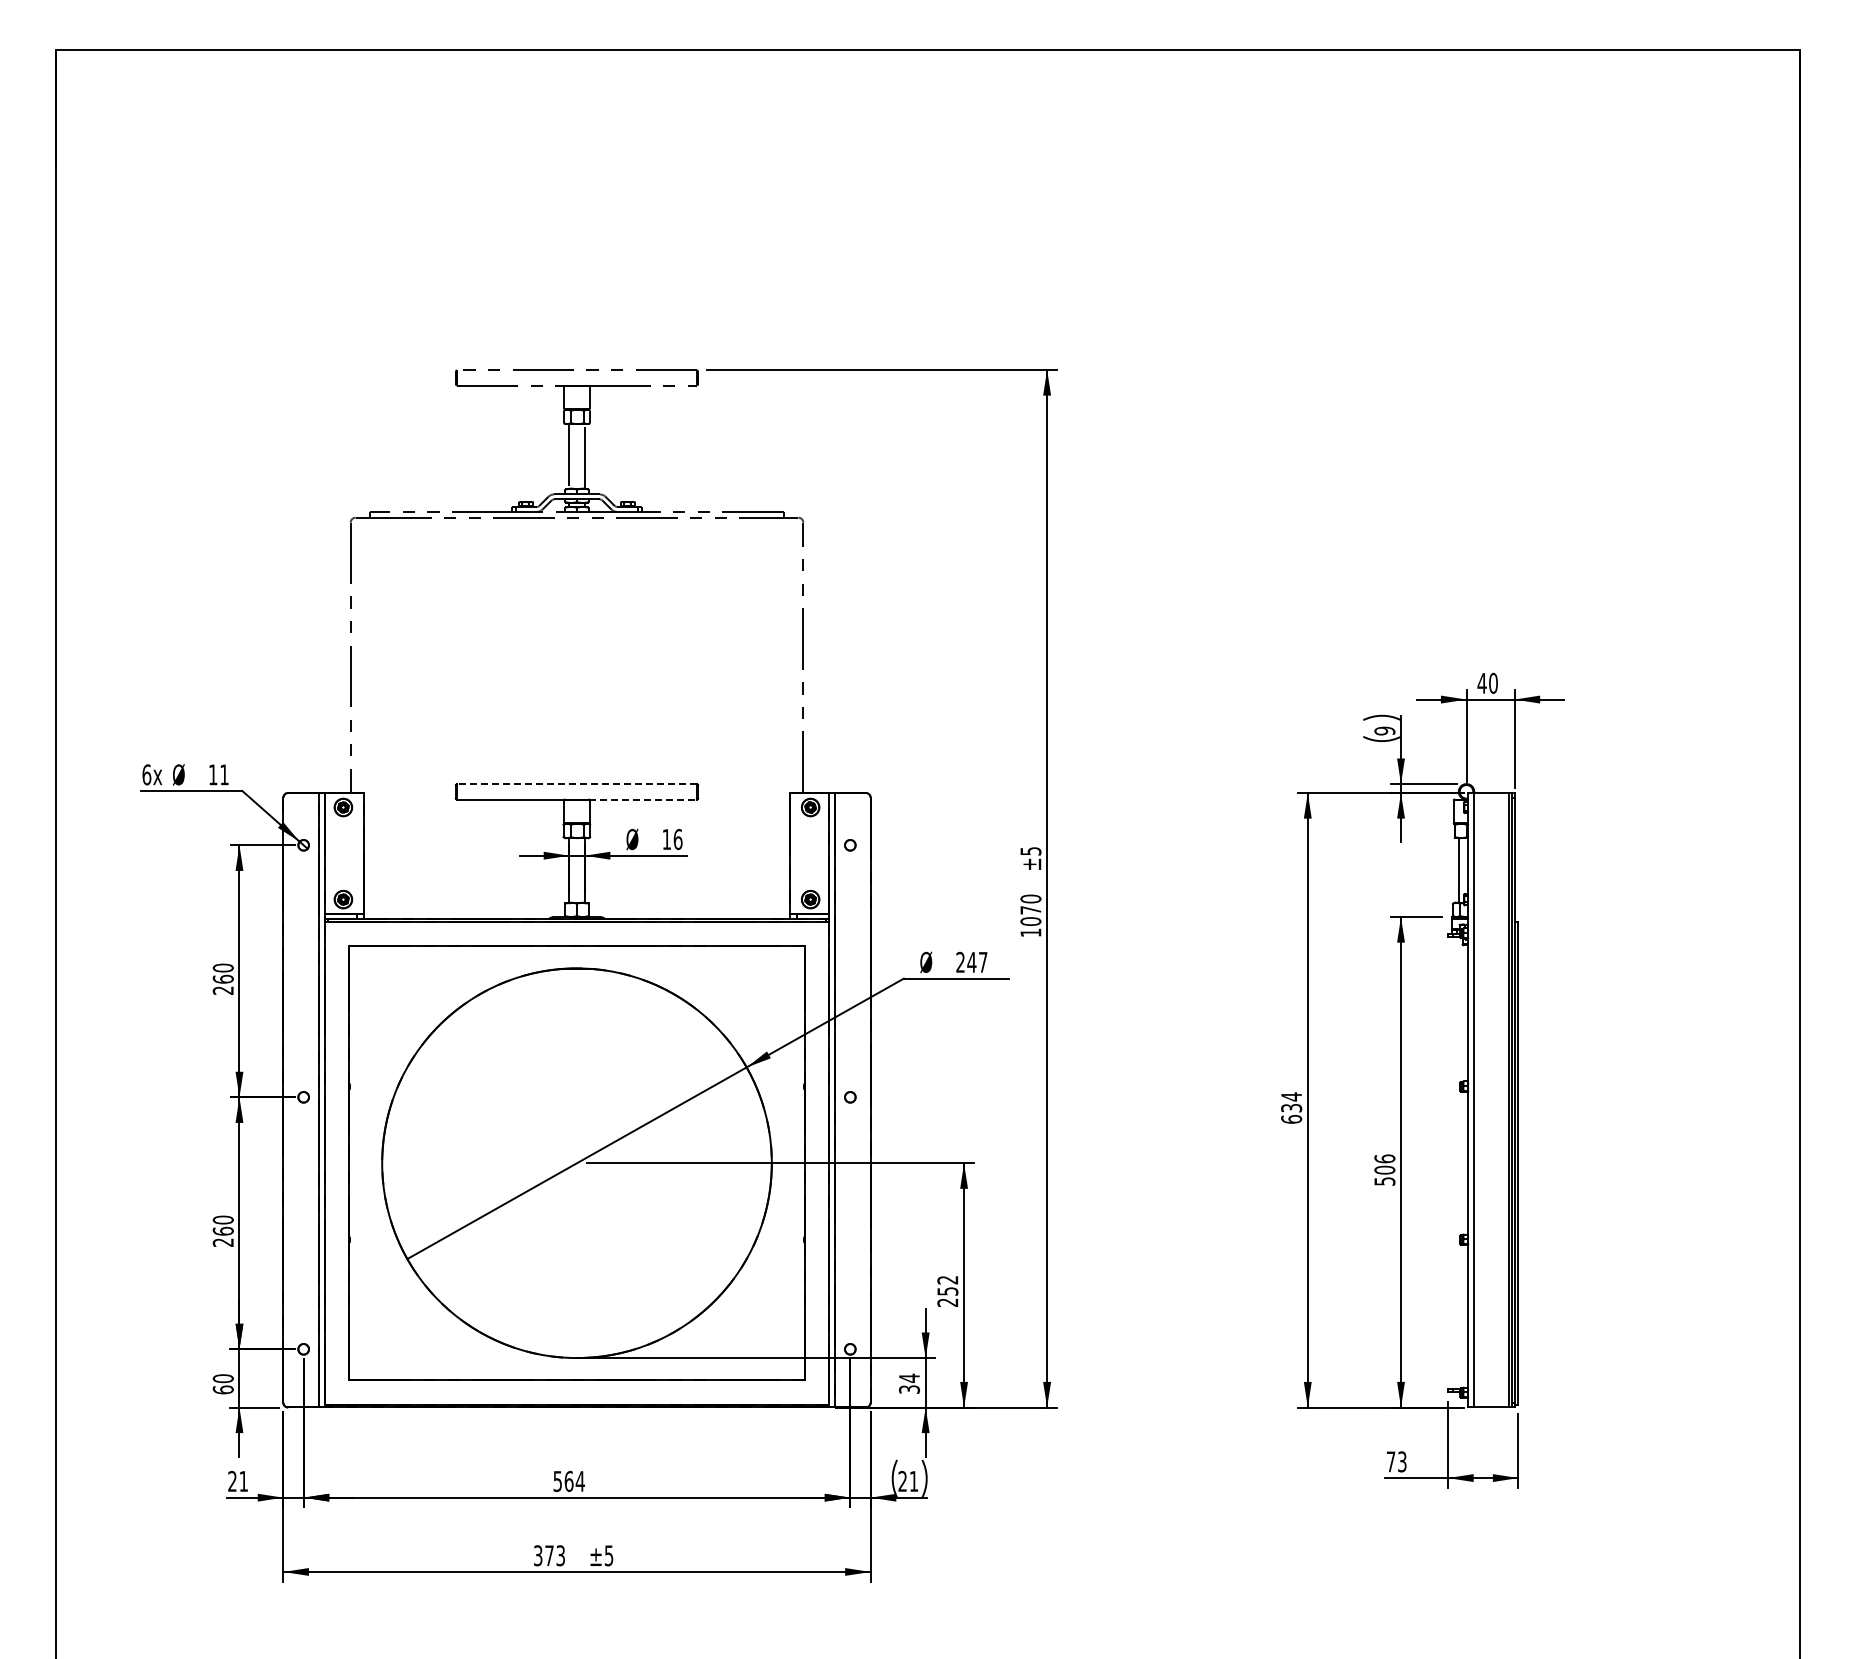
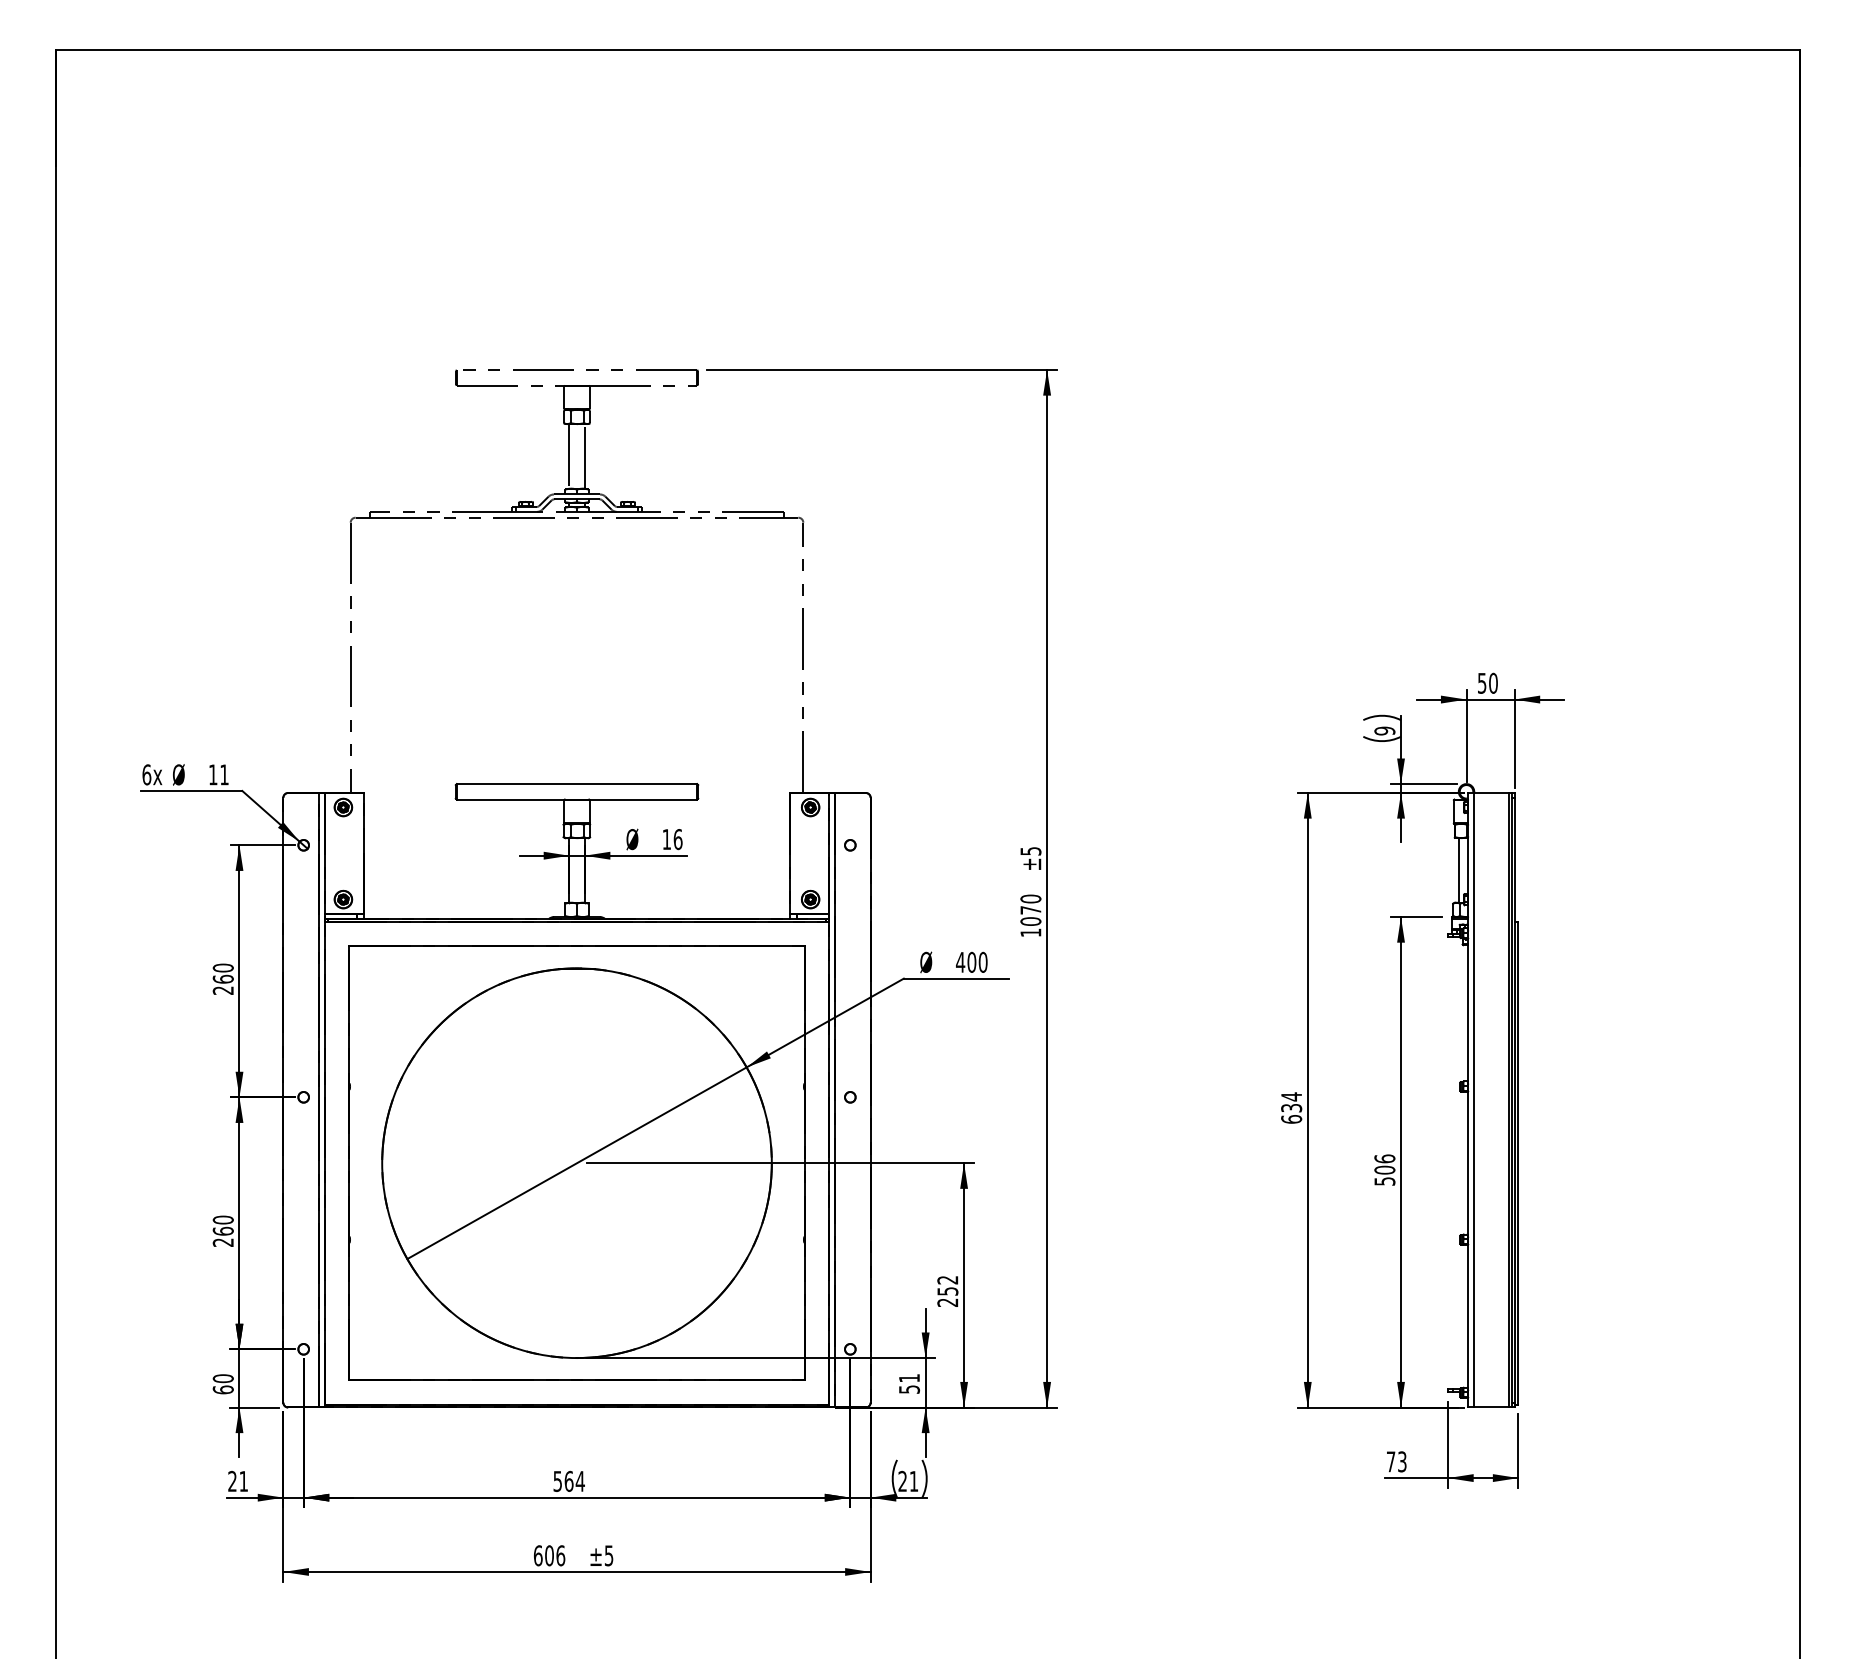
text at (1481, 683): 40 -> 50
line at (576, 784): dashed -> solid
line at (643, 799): dashed -> solid
text at (971, 961): 247 -> 400
text at (908, 1383): 34 -> 51
text at (549, 1555): 373 -> 606
